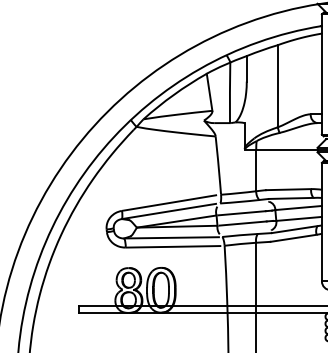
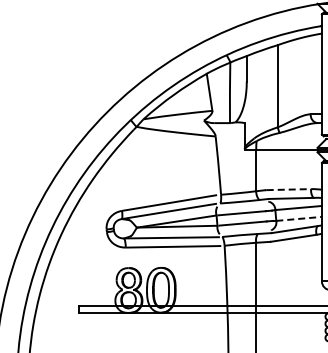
line at (289, 189): solid -> dashed
line at (299, 218): solid -> dashed
